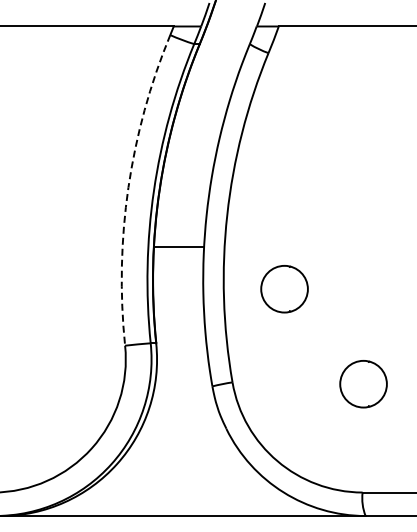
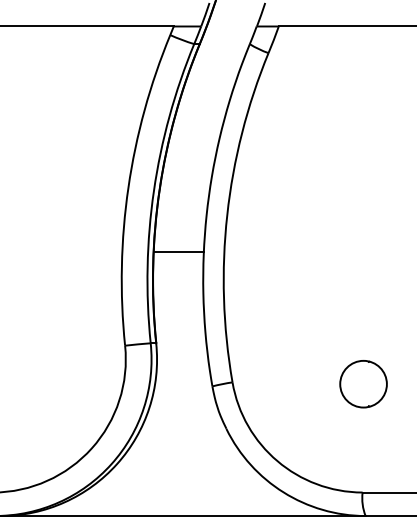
arc at (128, 187): dashed -> solid
line at (178, 247) position: (178, 247) -> (178, 252)
circle at (284, 289): present -> none
